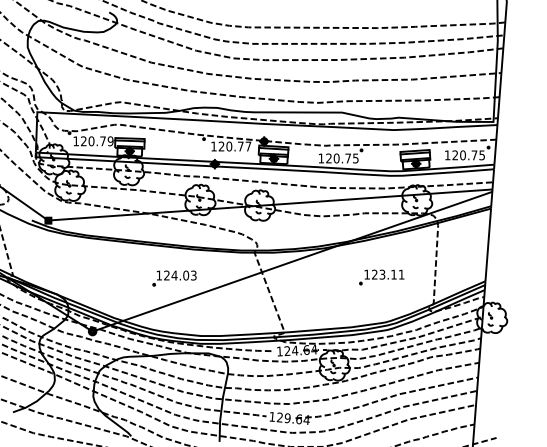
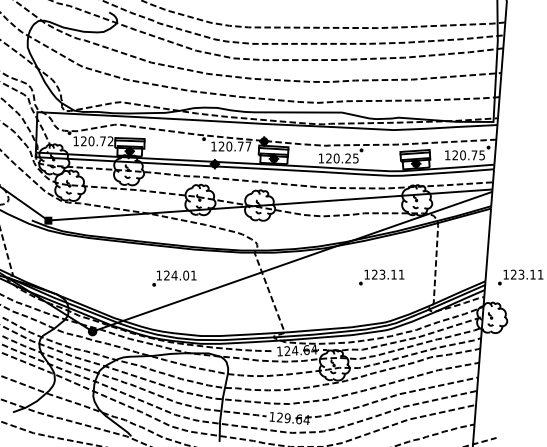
text at (110, 141): 120.79 -> 120.72
text at (347, 158): 120.75 -> 120.25
text at (193, 275): 124.03 -> 124.01
part at (520, 277): none -> present
